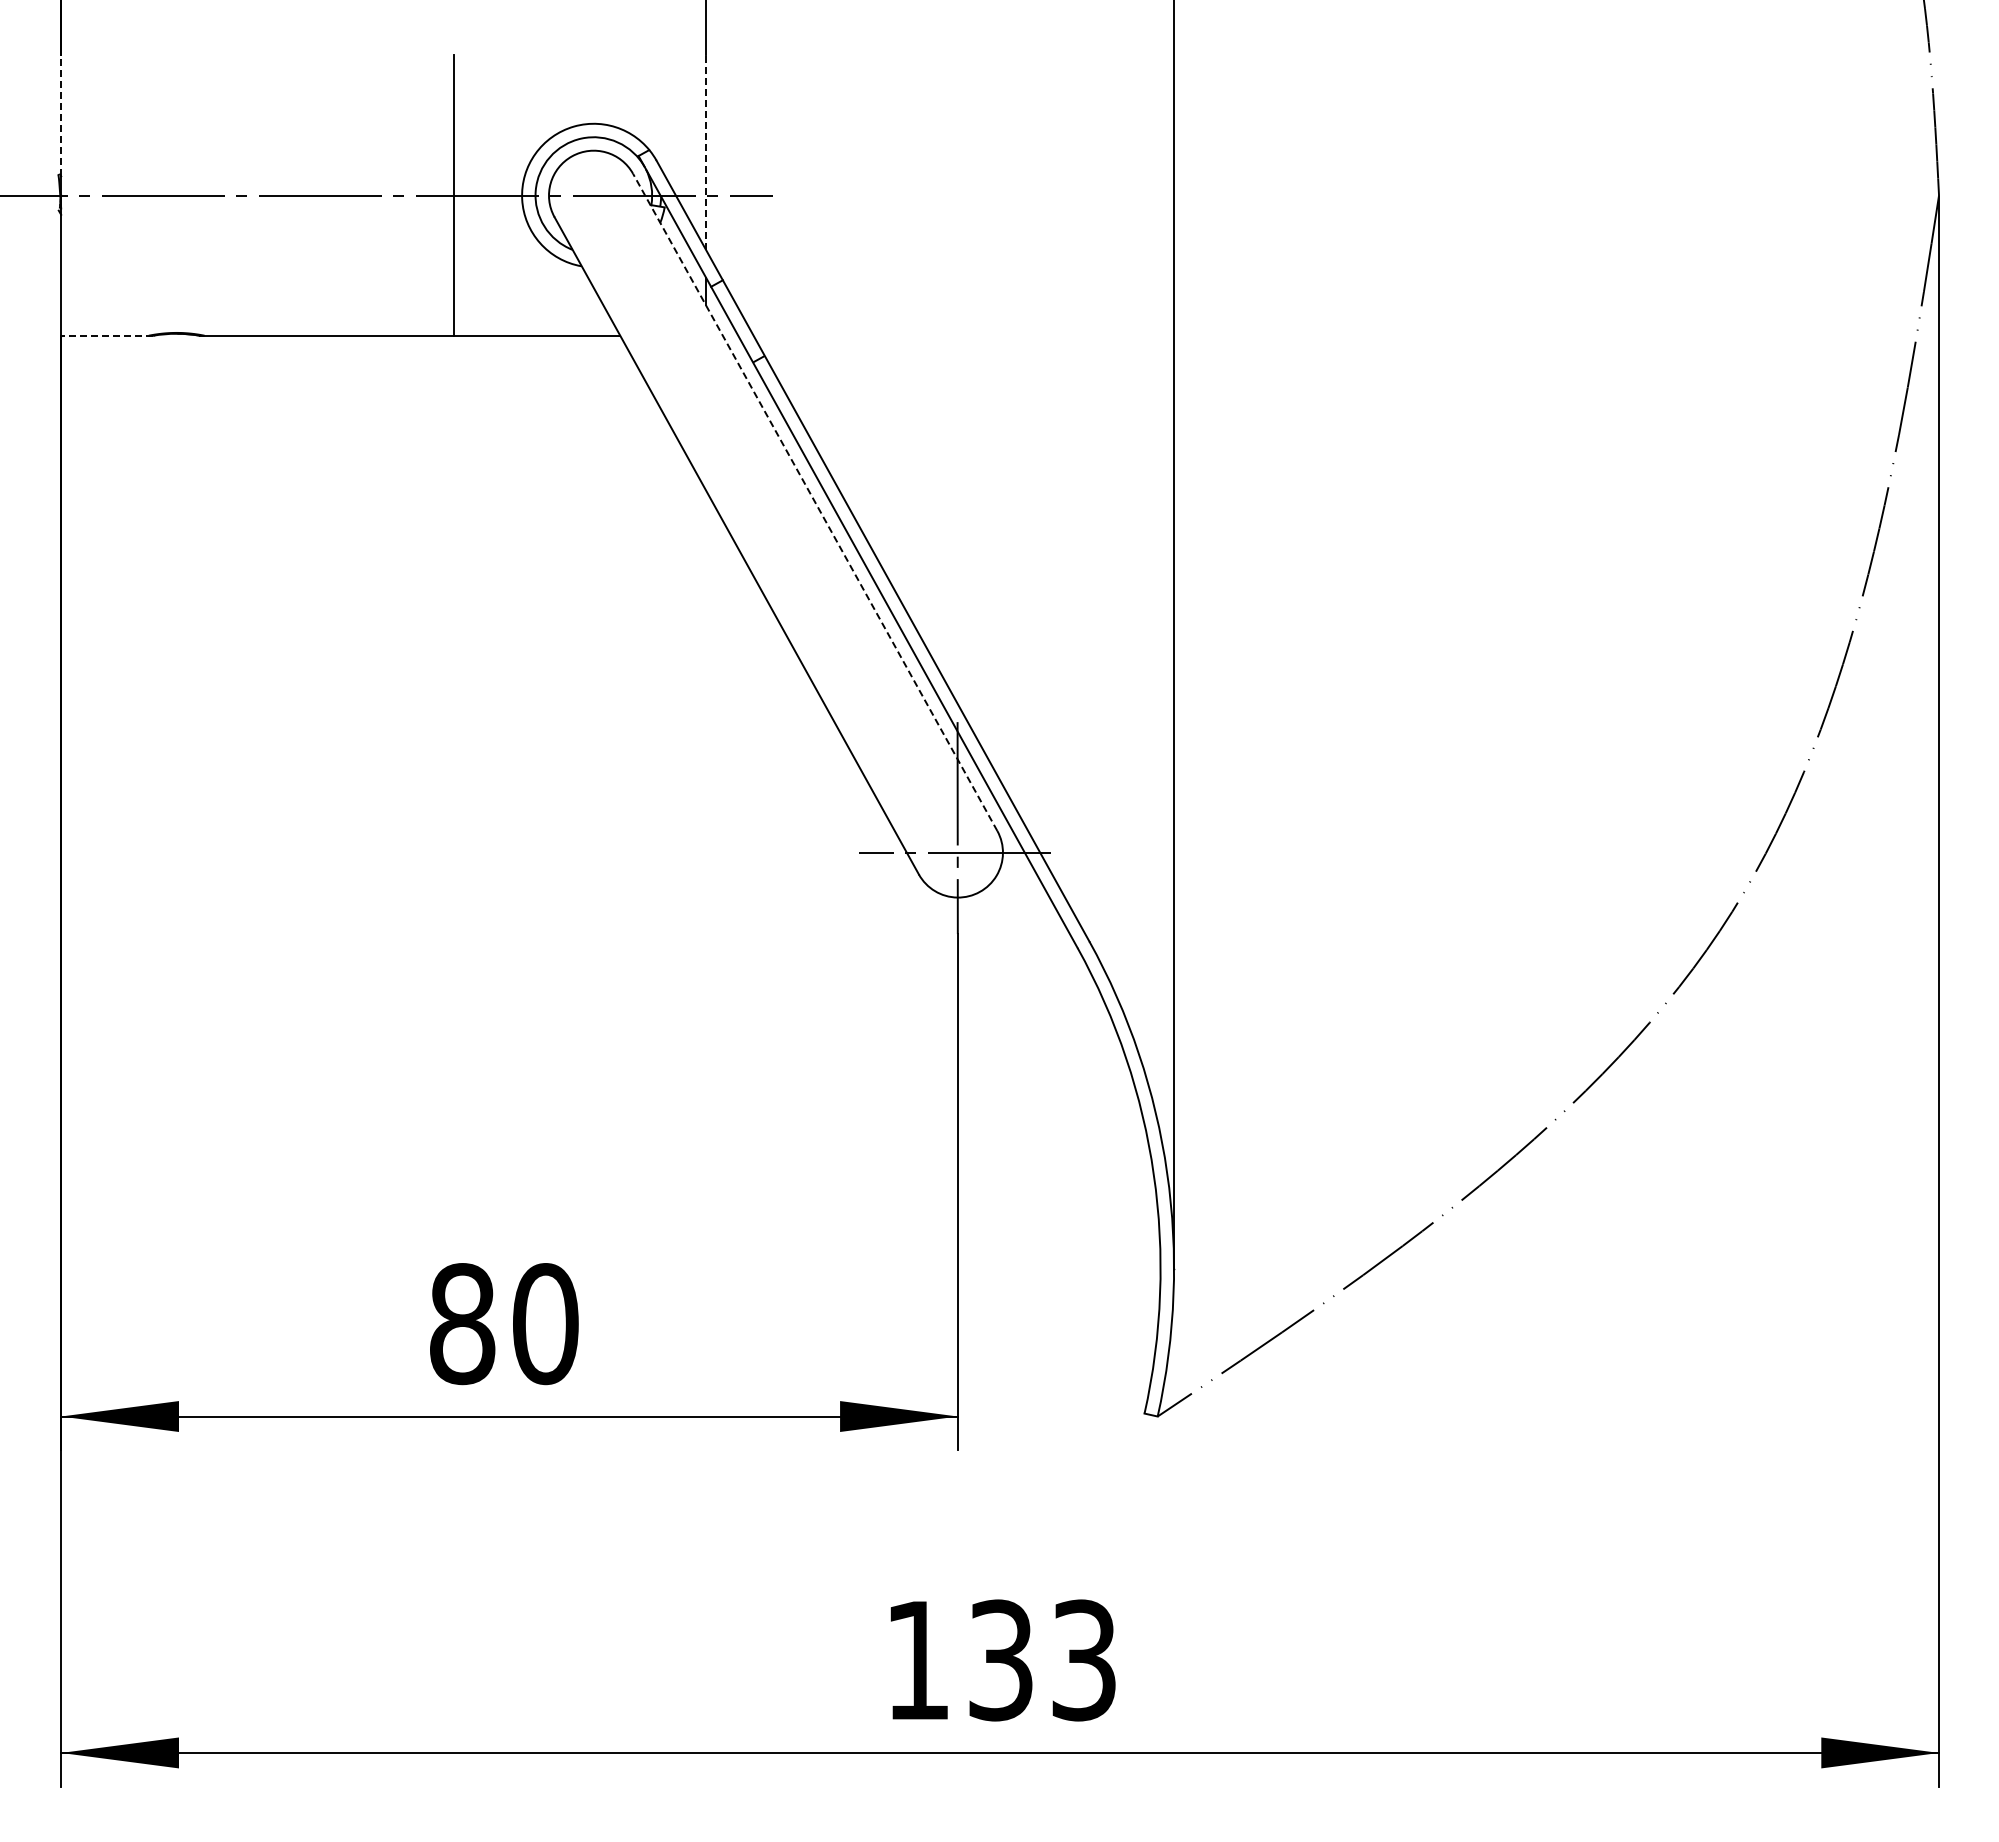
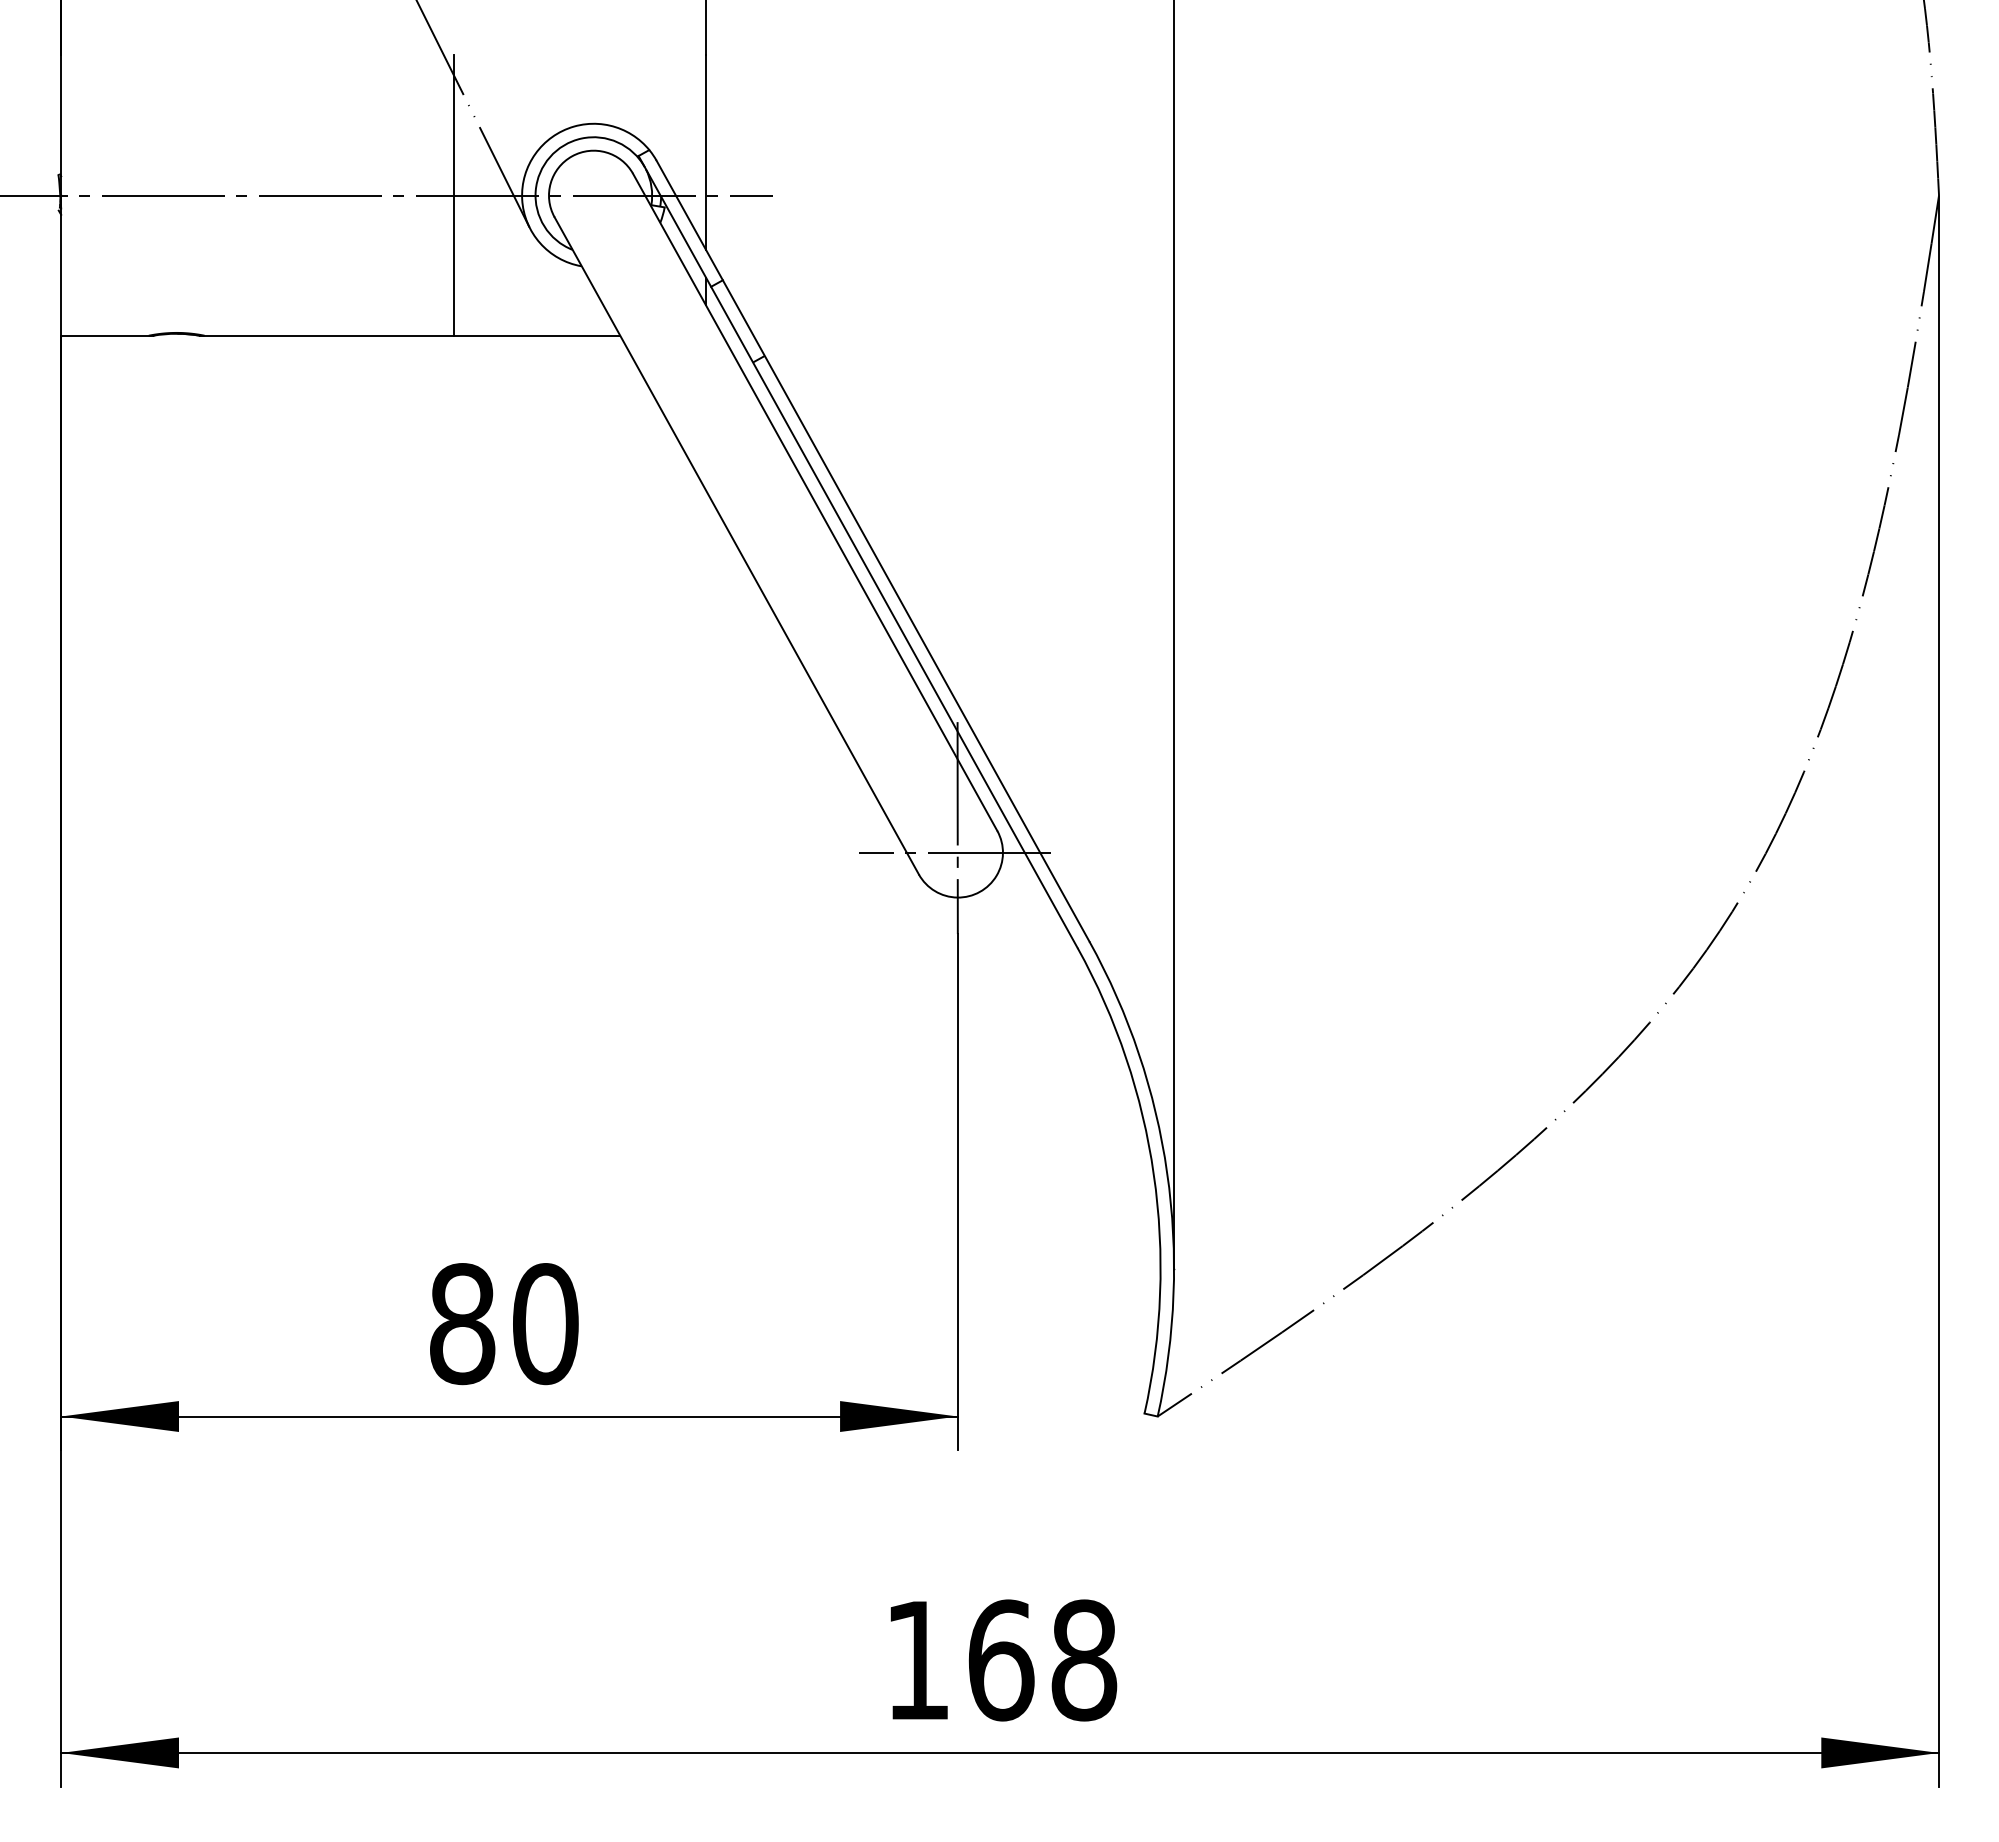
line at (473, 114): none -> present
line at (61, 115): dashed -> solid
line at (706, 152): dashed -> solid
line at (107, 335): dashed -> solid
line at (815, 502): dashed -> solid
text at (1042, 1660): 133 -> 168
